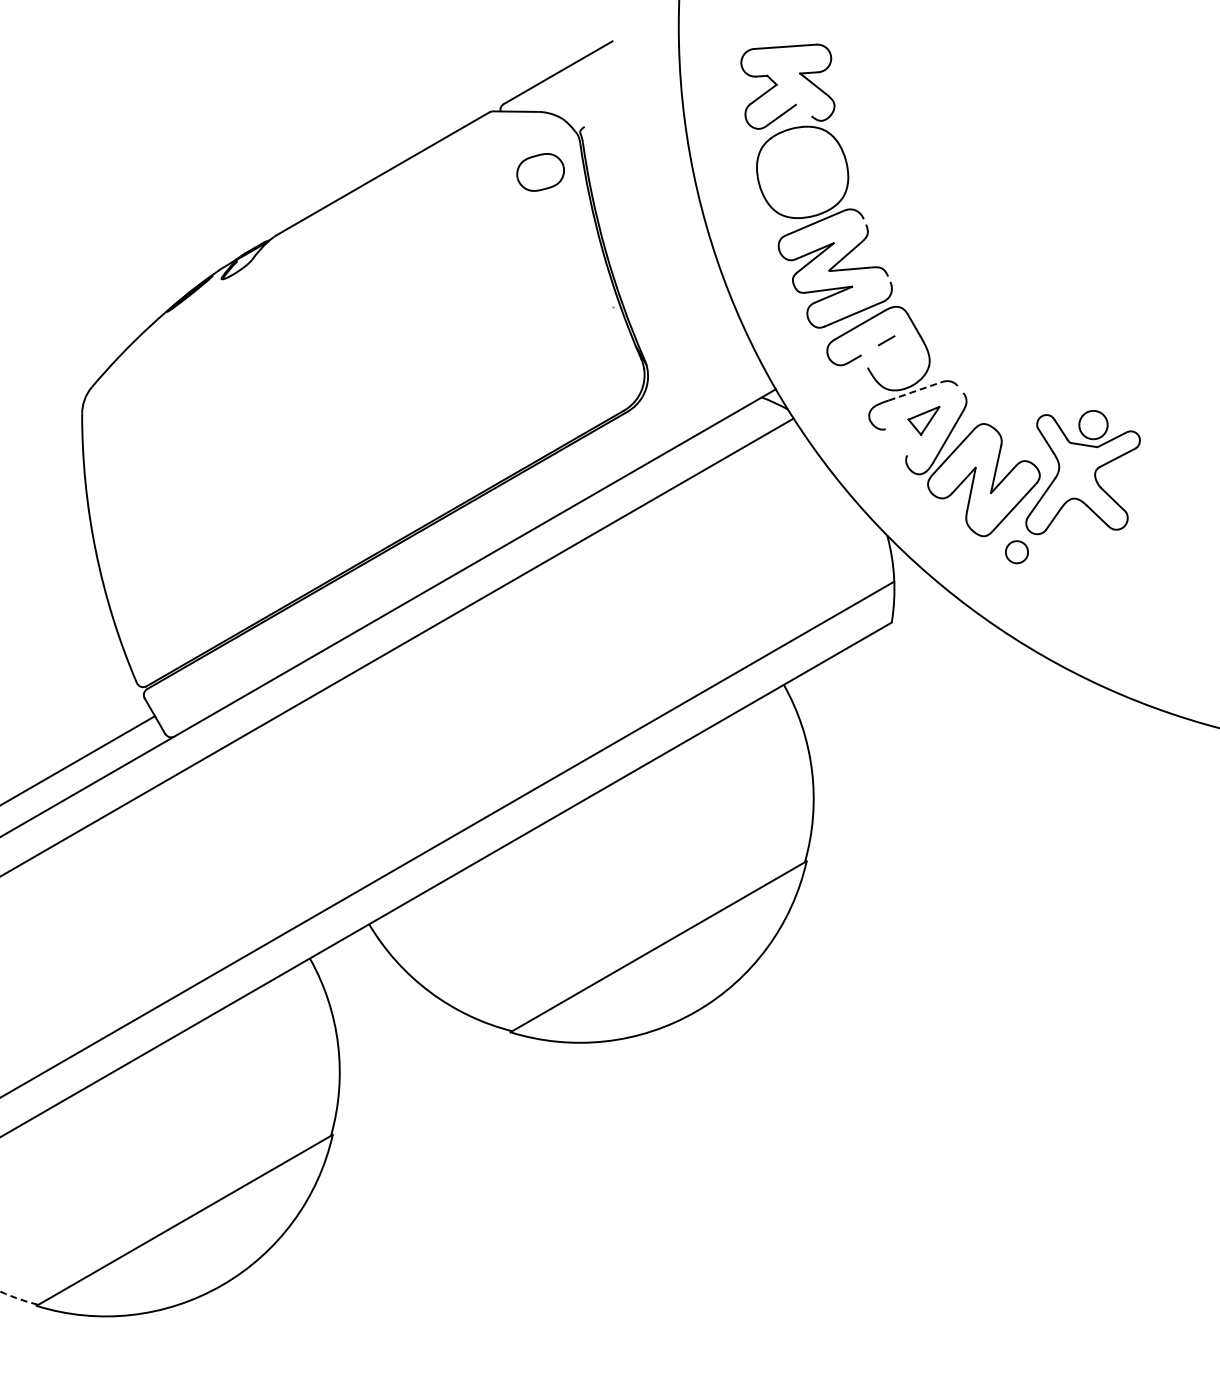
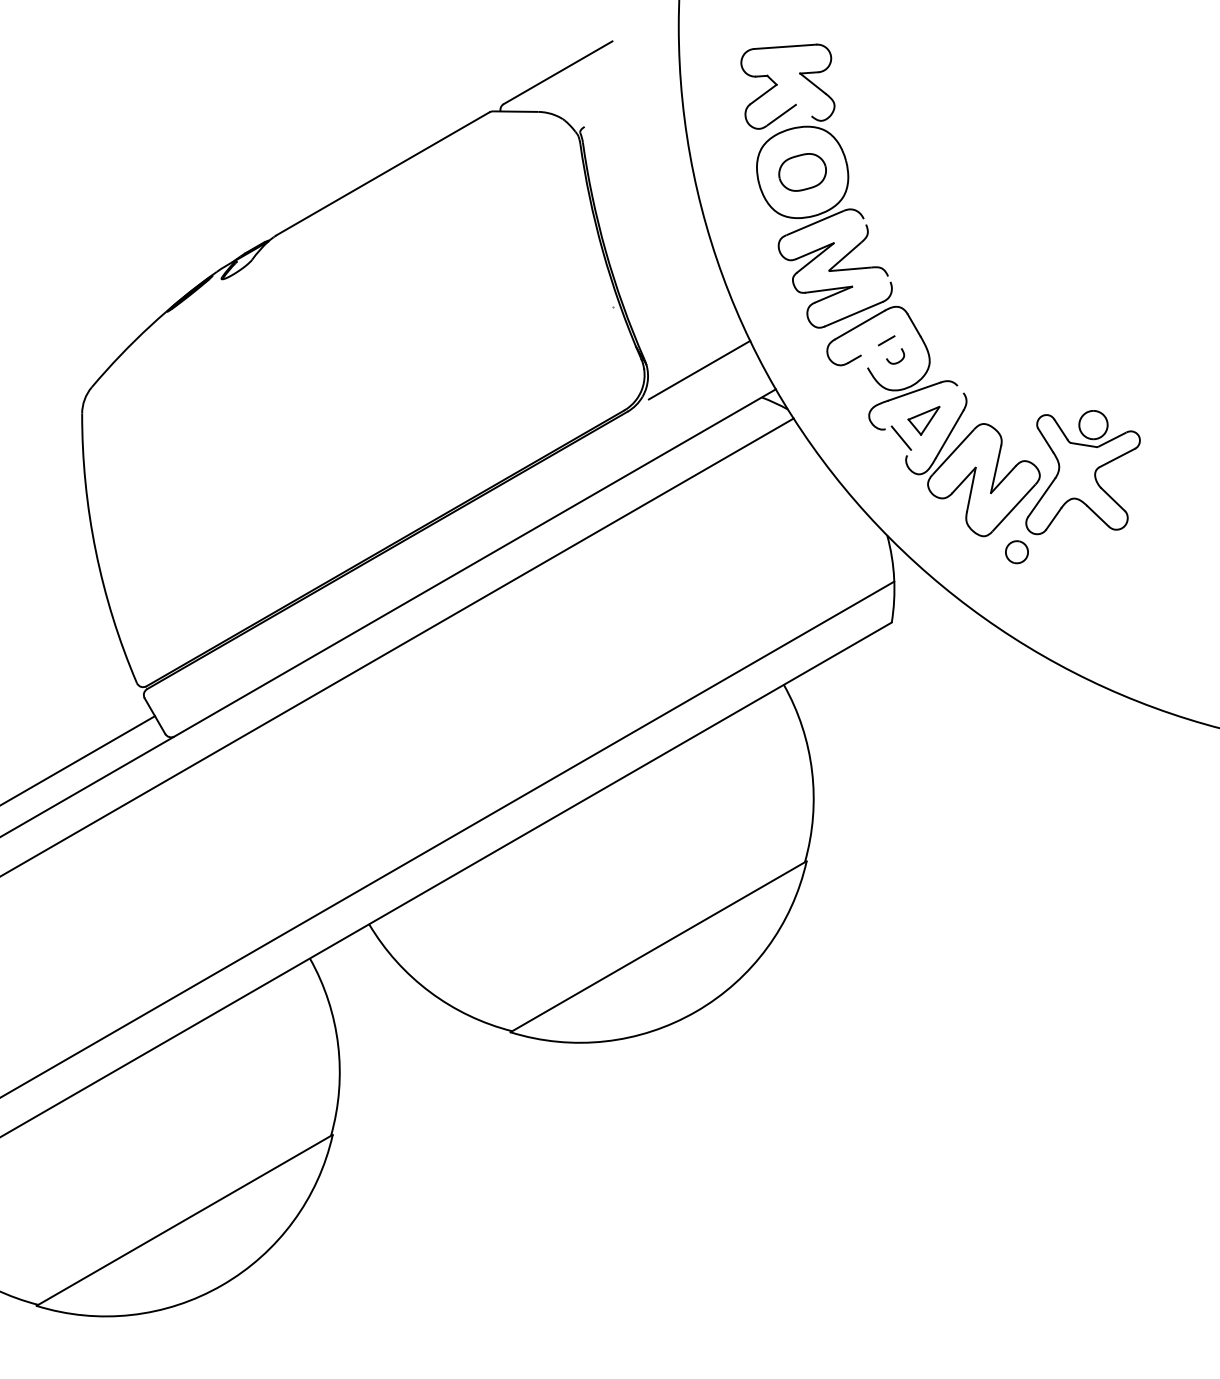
part at (540, 172) position: (540, 172) -> (802, 172)
curve at (897, 361): none -> present
line at (699, 369): none -> present
line at (914, 391): dashed -> solid
line at (901, 437): none -> present
arc at (19, 1299): dashed -> solid
